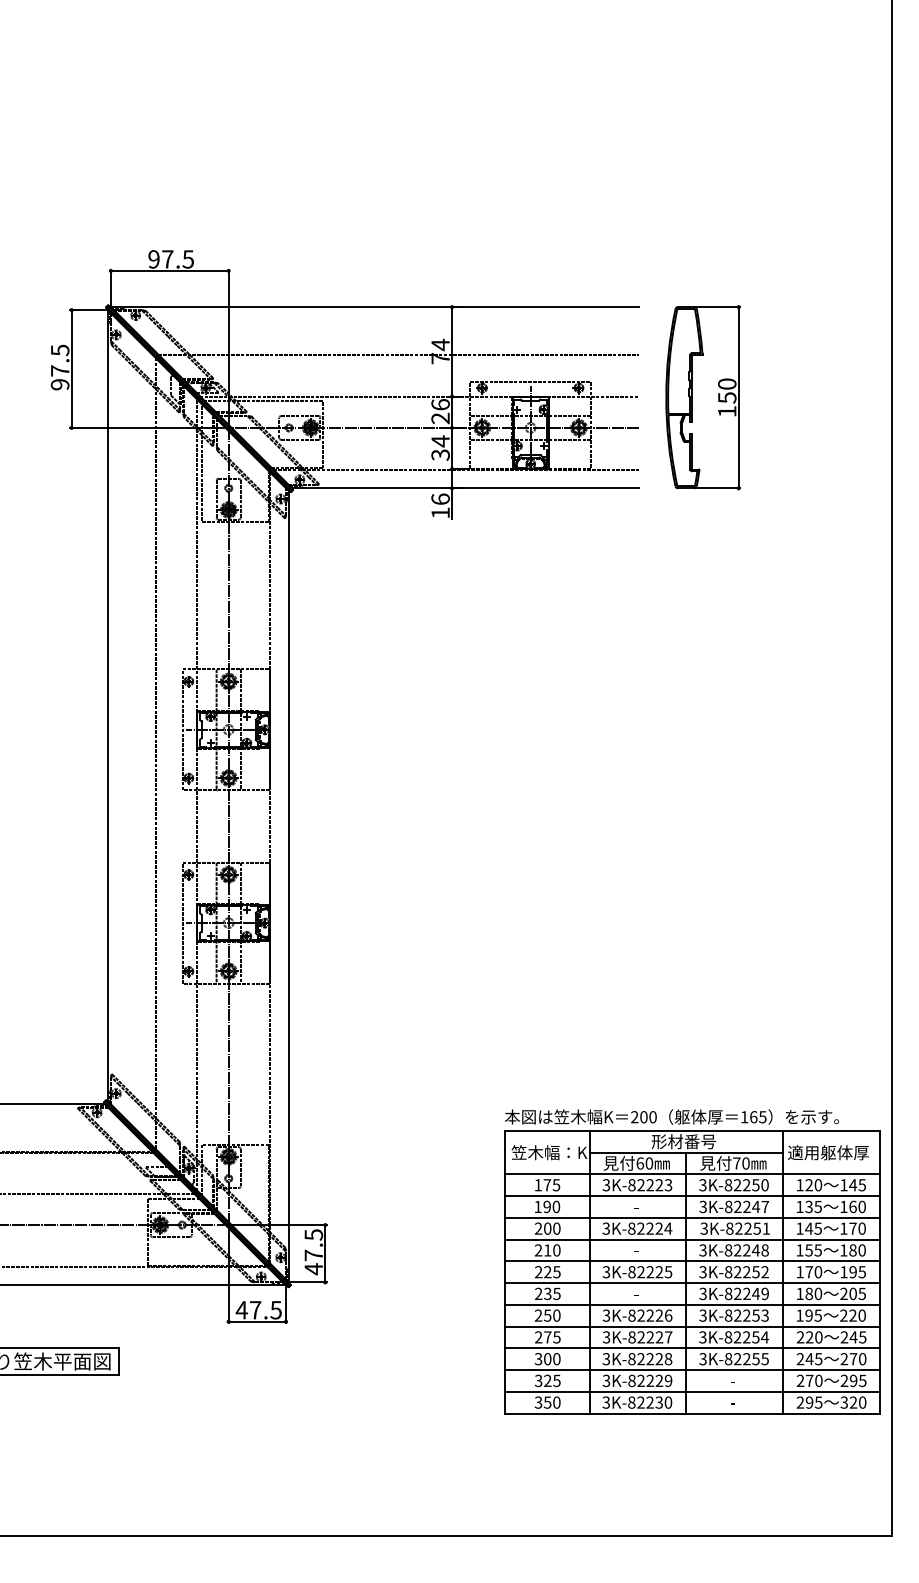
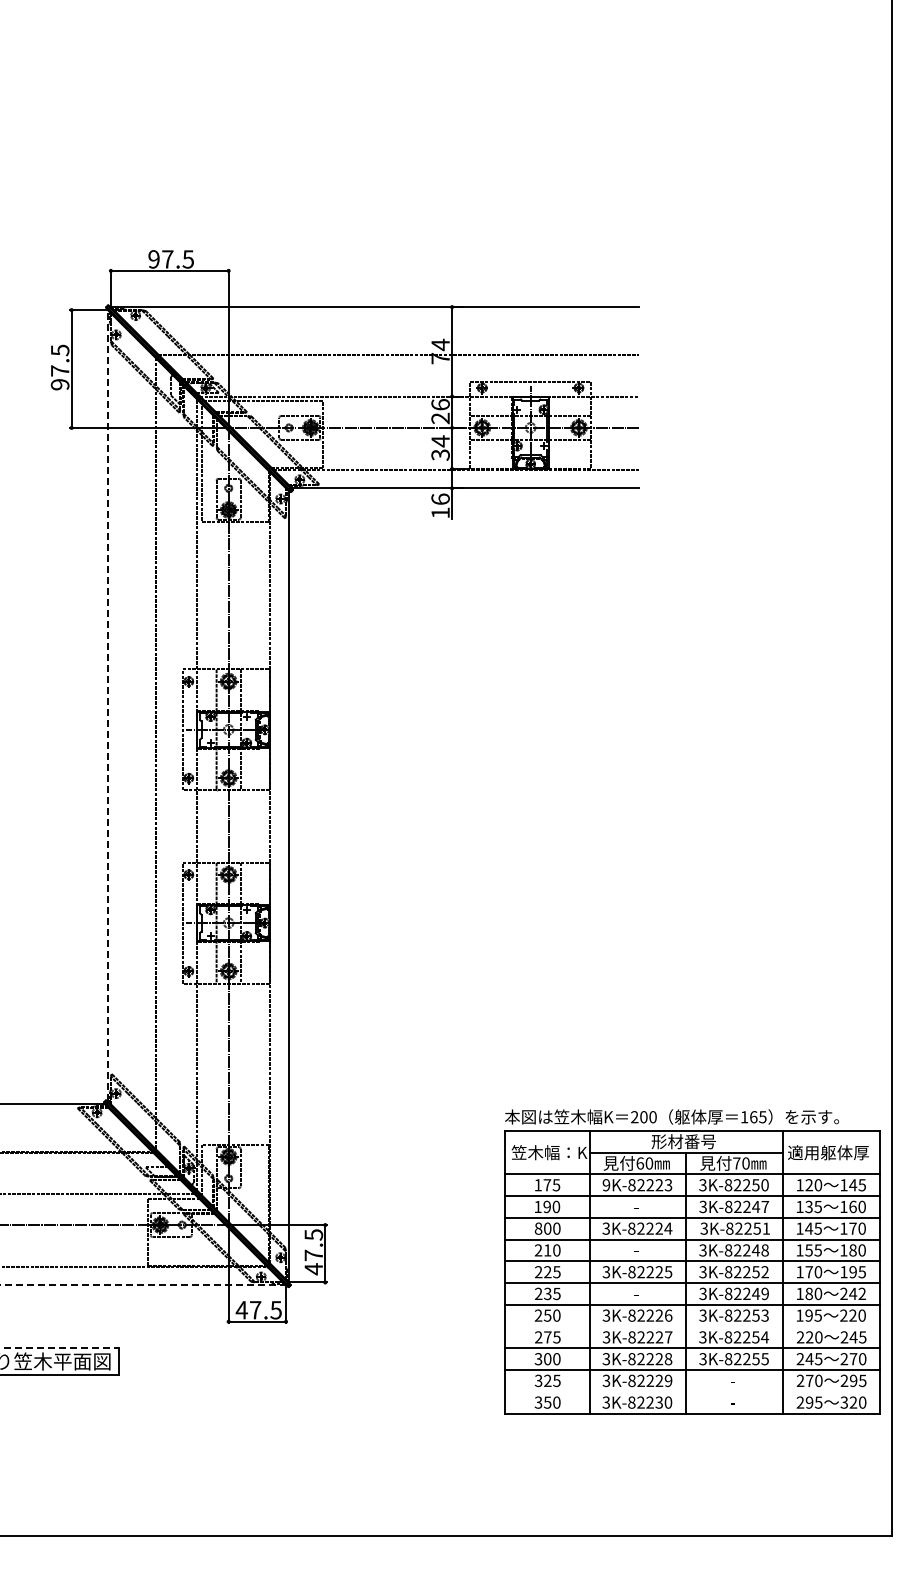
part at (702, 397): present -> none
line at (107, 705): solid -> dashed
text at (606, 1185): 3K-82223 -> 9K-82223
text at (538, 1228): 200 -> 800
line at (143, 1285): solid -> dashed
text at (857, 1293): 205 -> 242
line at (692, 1326): present -> none
line at (59, 1348): solid -> dashed
line at (692, 1391): present -> none
